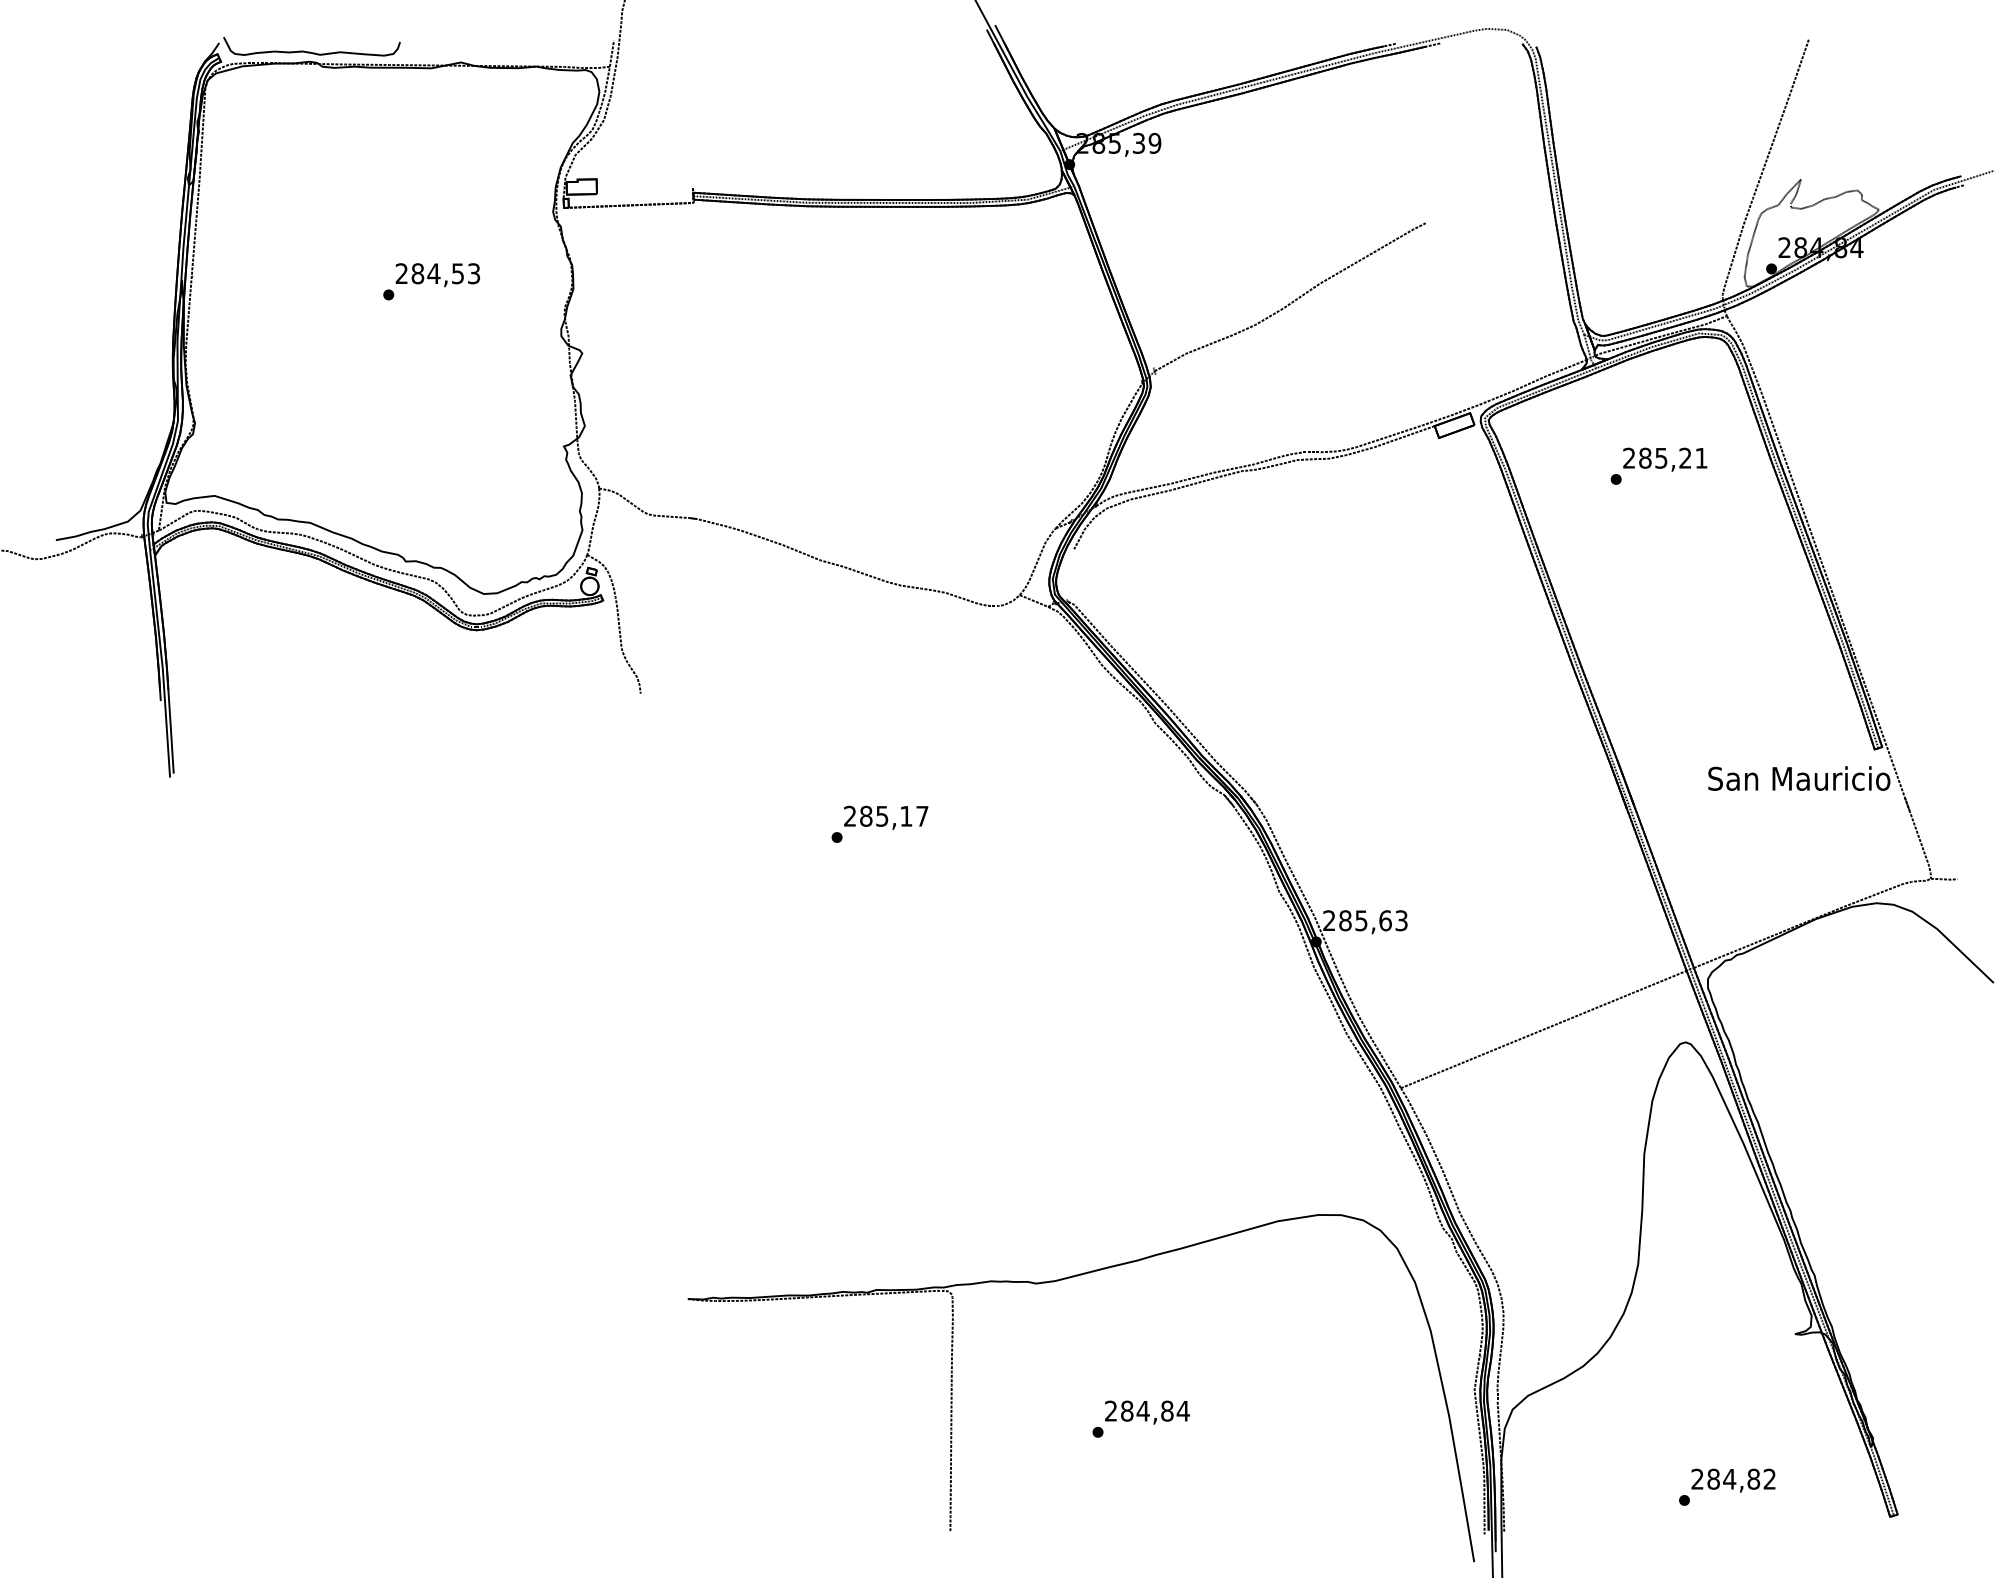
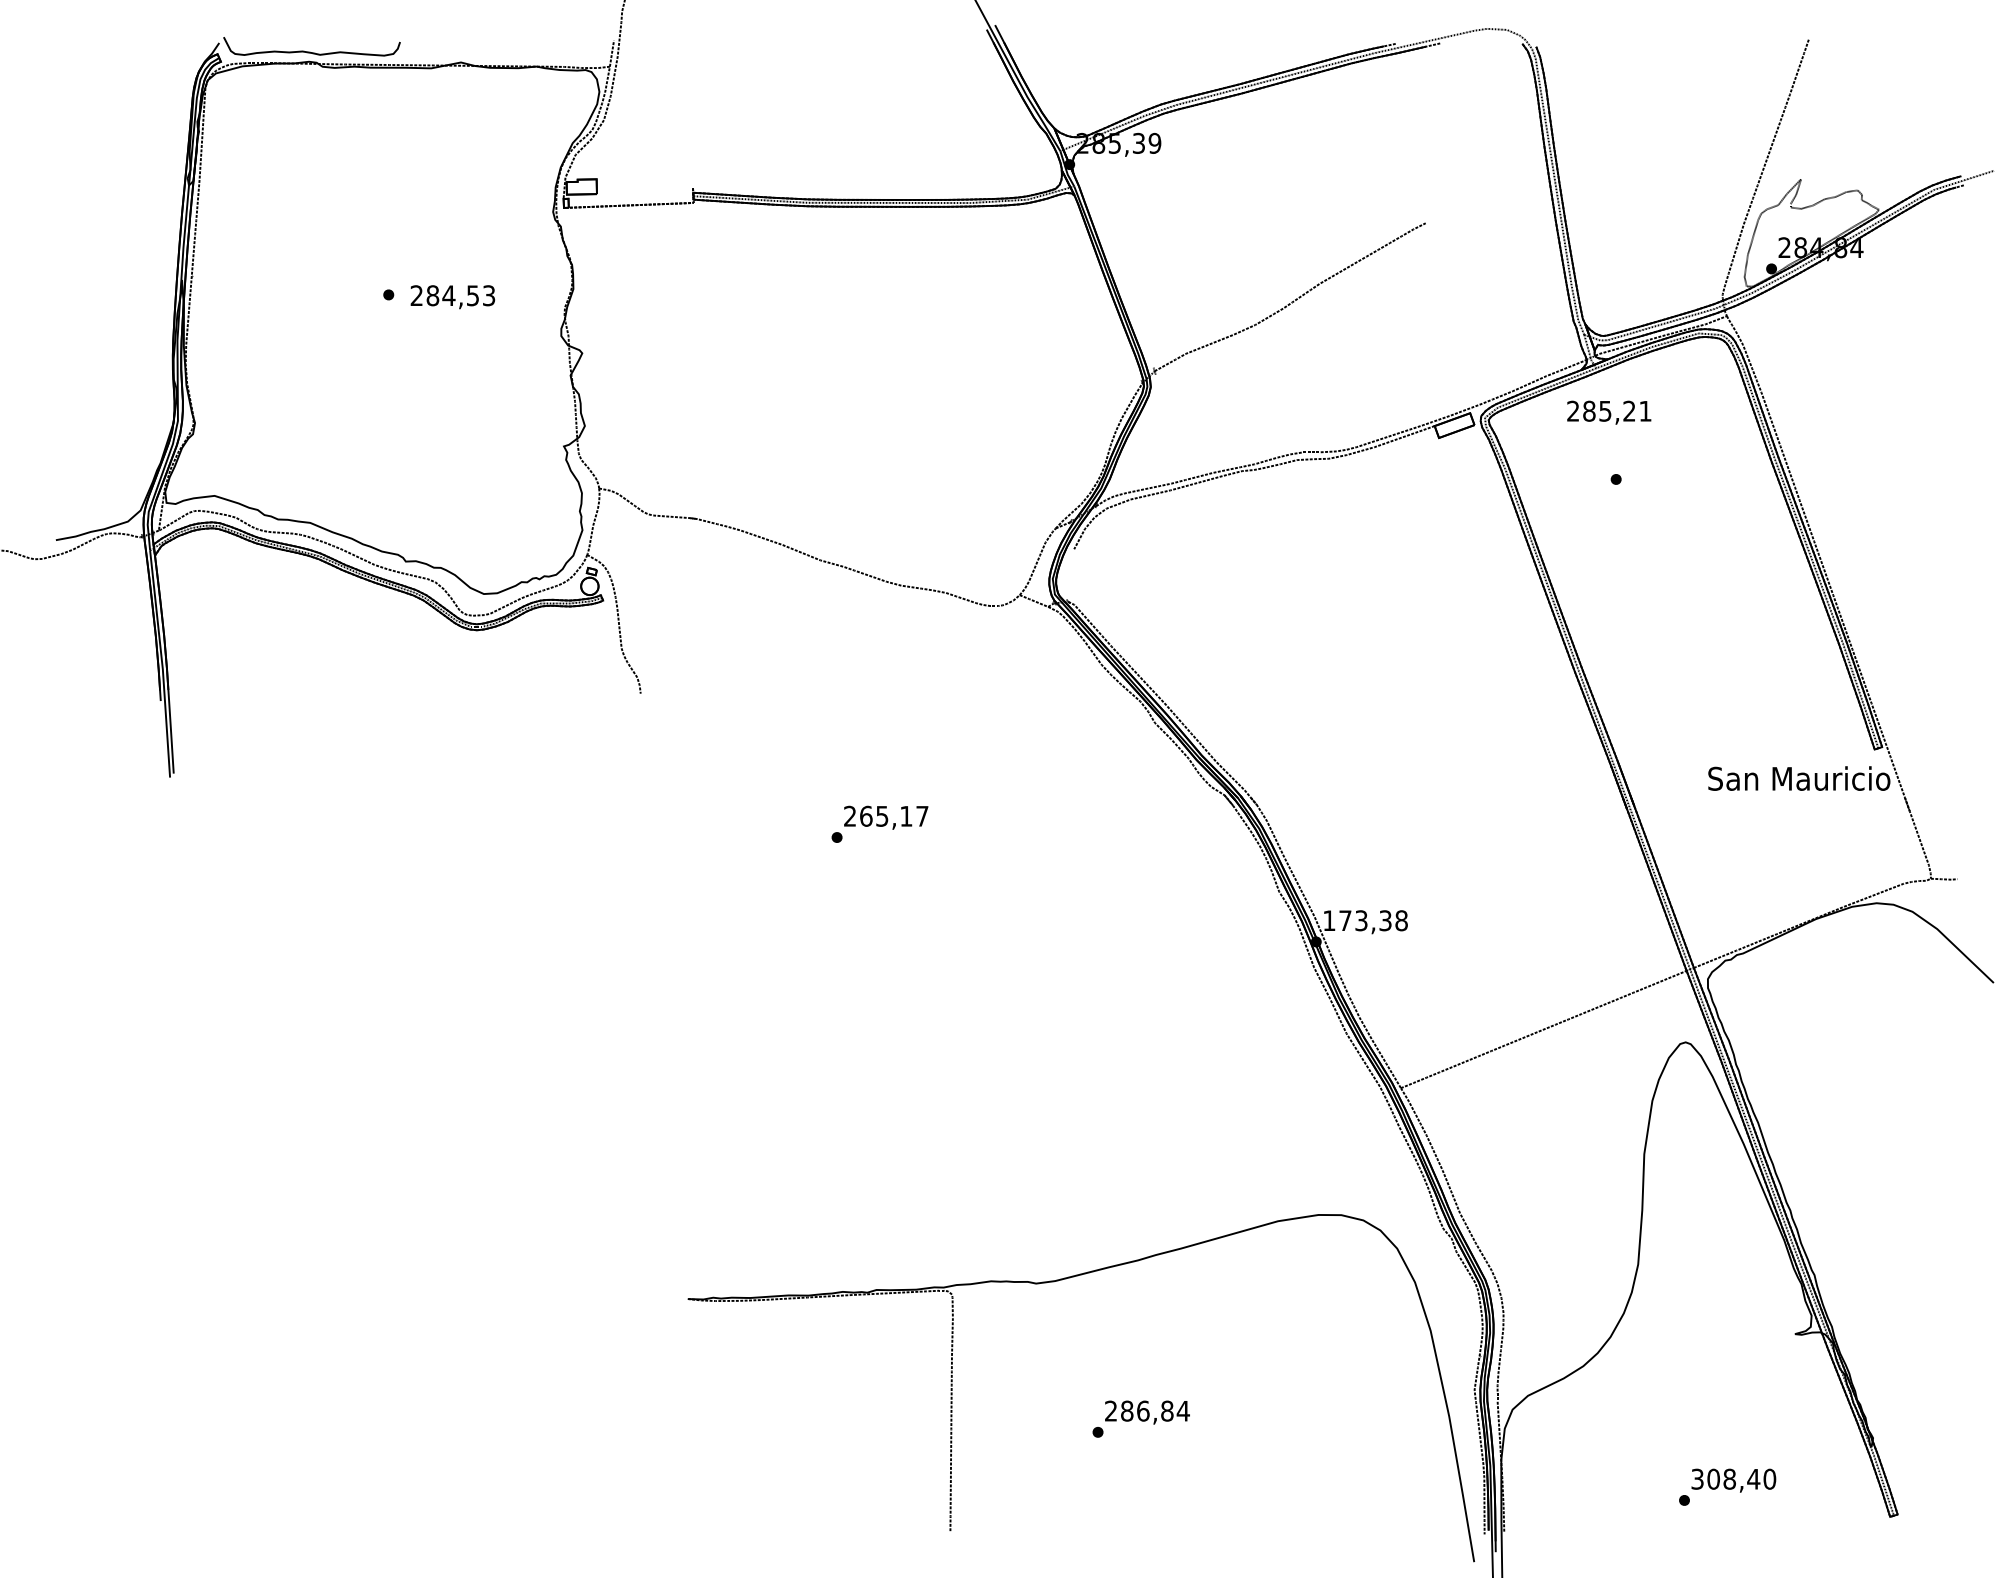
text at (437, 275) position: (437, 275) -> (452, 297)
text at (1665, 459) position: (1665, 459) -> (1609, 412)
text at (866, 815): 285,17 -> 265,17
text at (1365, 920): 285,63 -> 173,38
text at (1142, 1410): 284,84 -> 286,84
text at (1733, 1478): 284,82 -> 308,40
